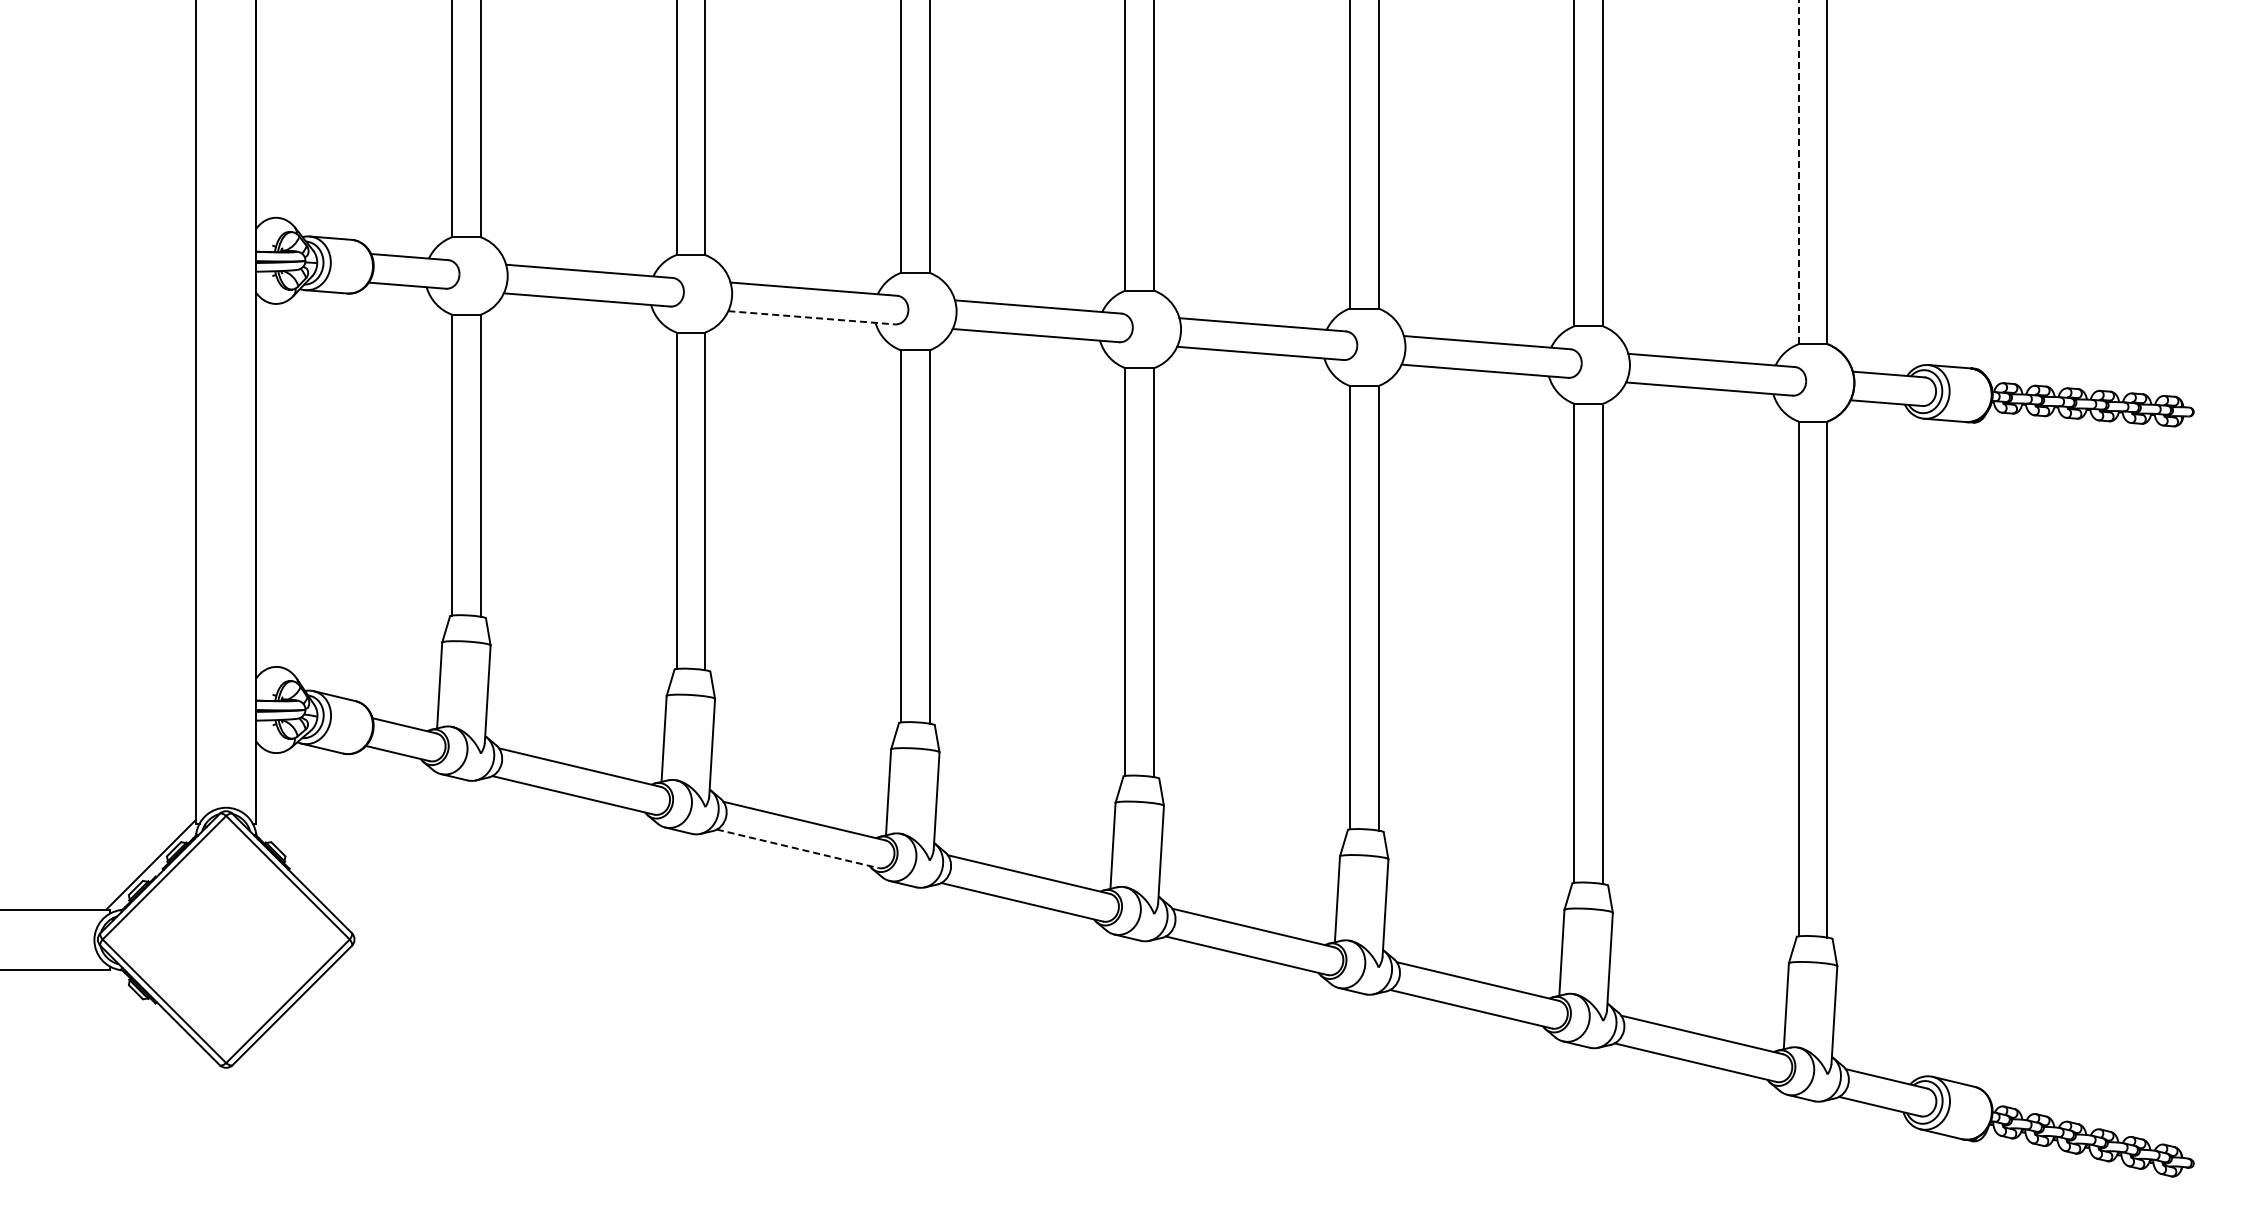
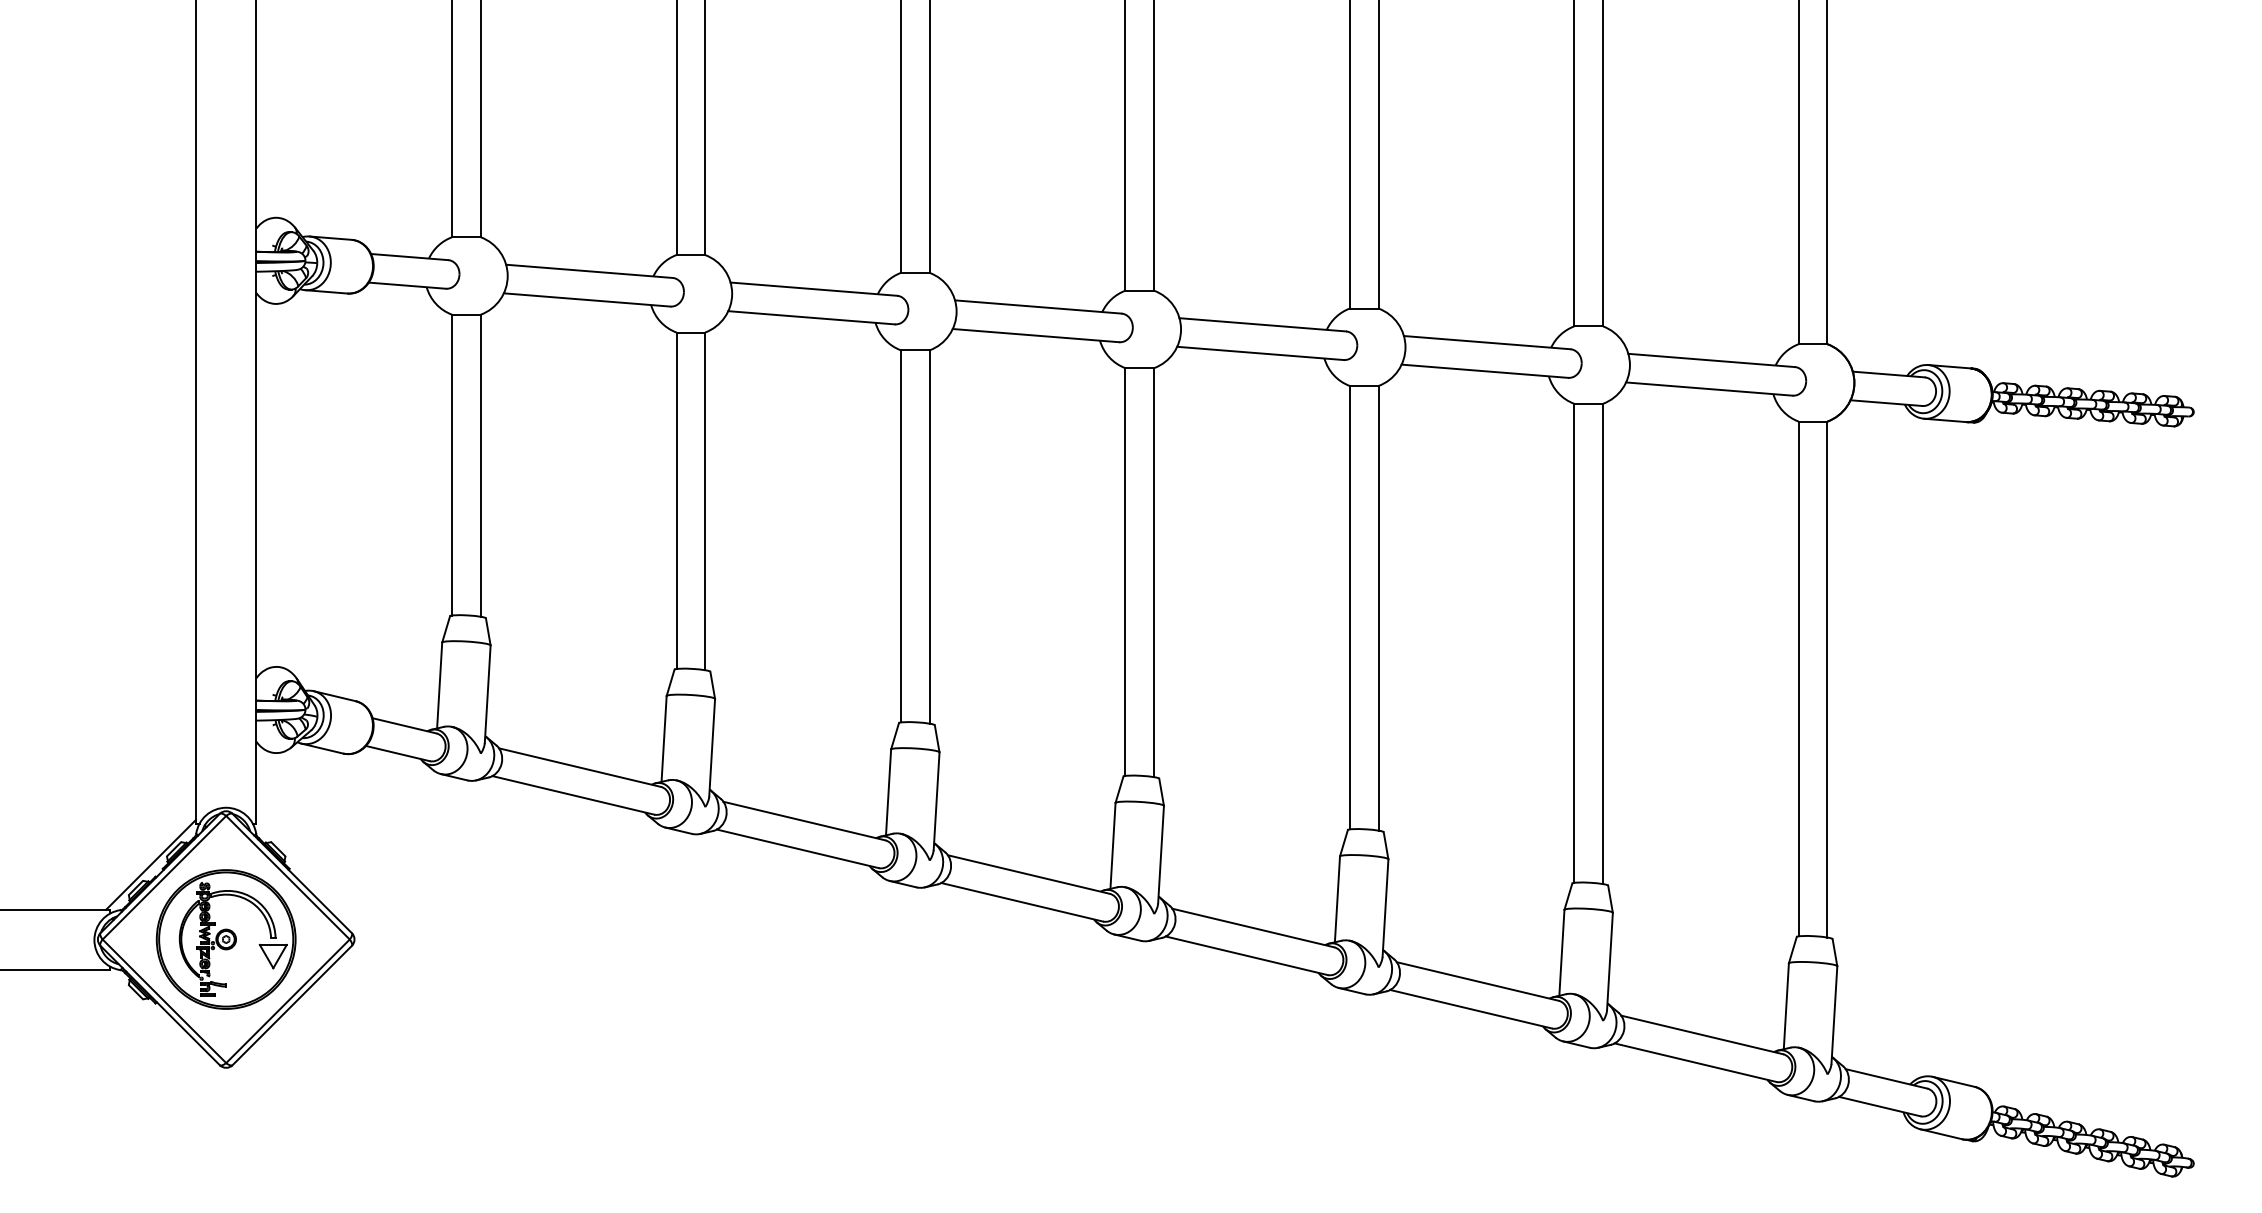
line at (1798, 172): dashed -> solid
line at (811, 317): dashed -> solid
line at (798, 848): dashed -> solid
part at (225, 939): none -> present
